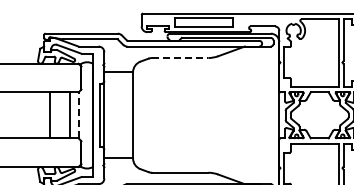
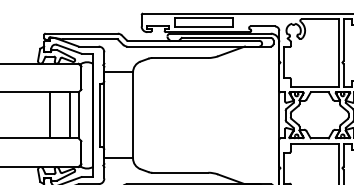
line at (180, 58): dashed -> solid
line at (78, 115): dashed -> solid
